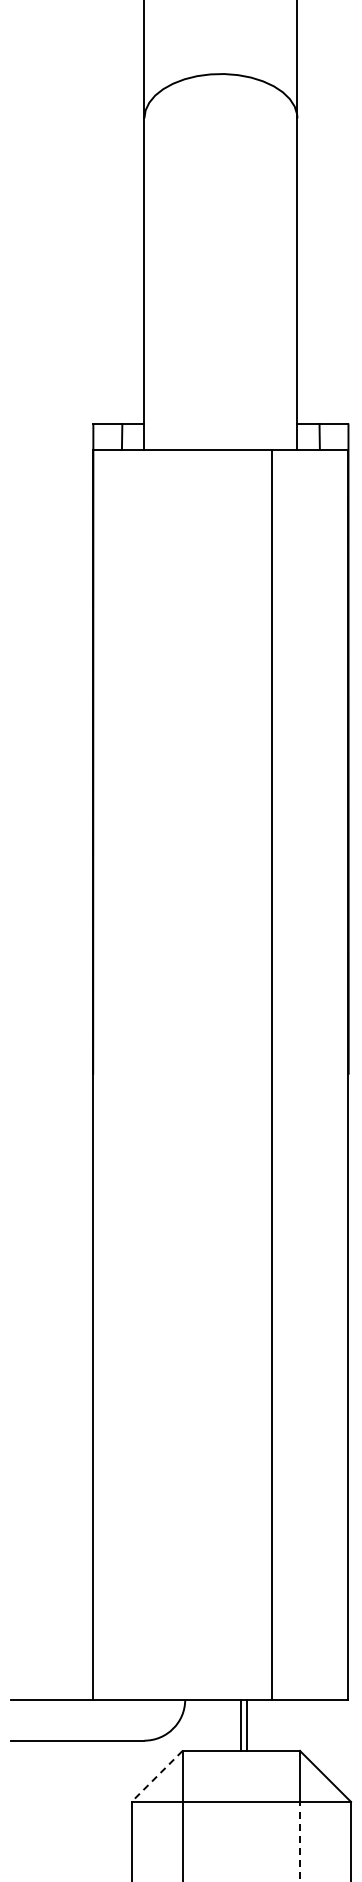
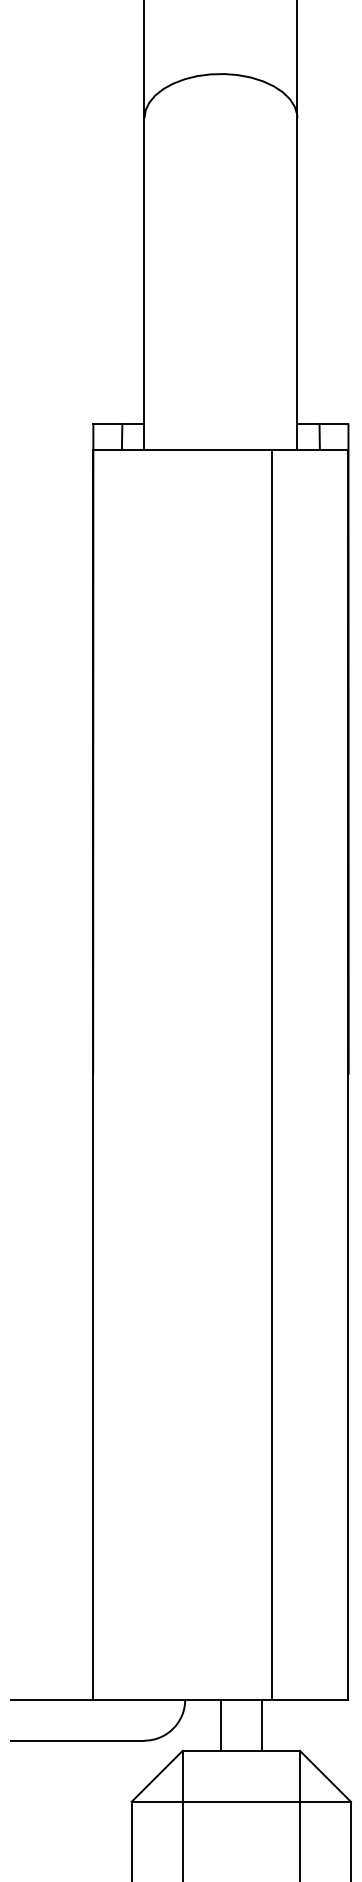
line at (240, 1724) position: (240, 1724) -> (220, 1724)
line at (246, 1724) position: (246, 1724) -> (261, 1724)
line at (156, 1776): dashed -> solid
line at (299, 1841): dashed -> solid
